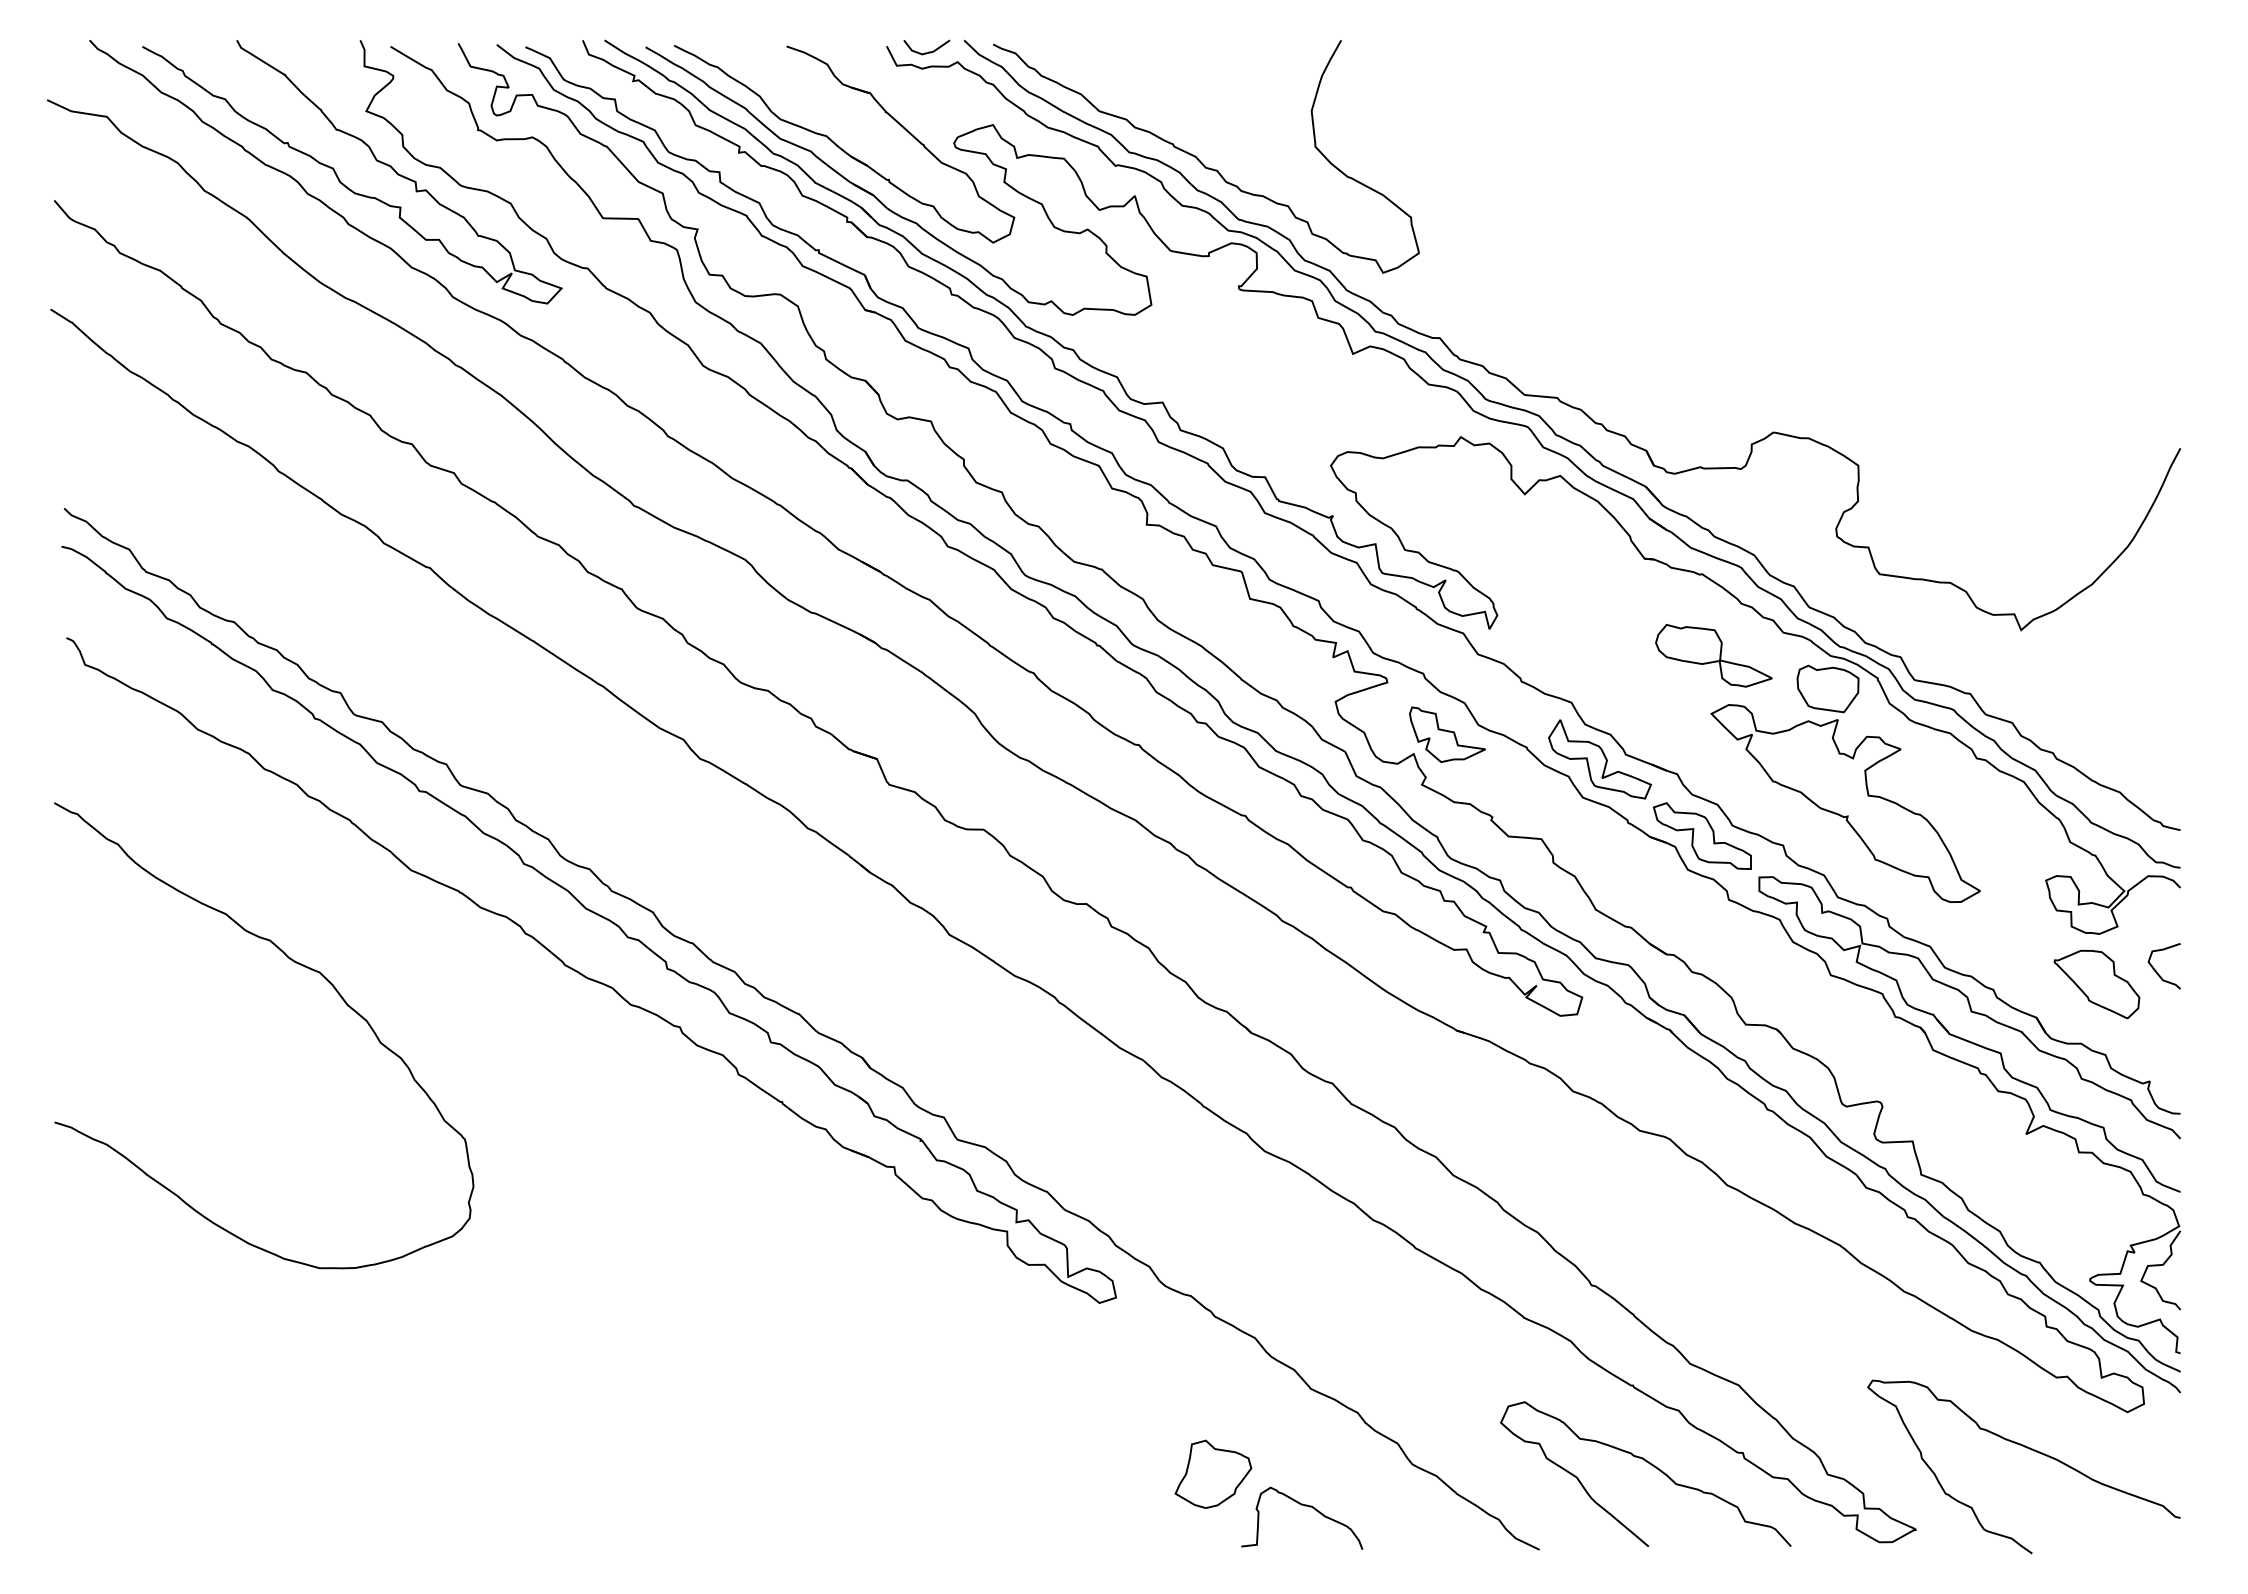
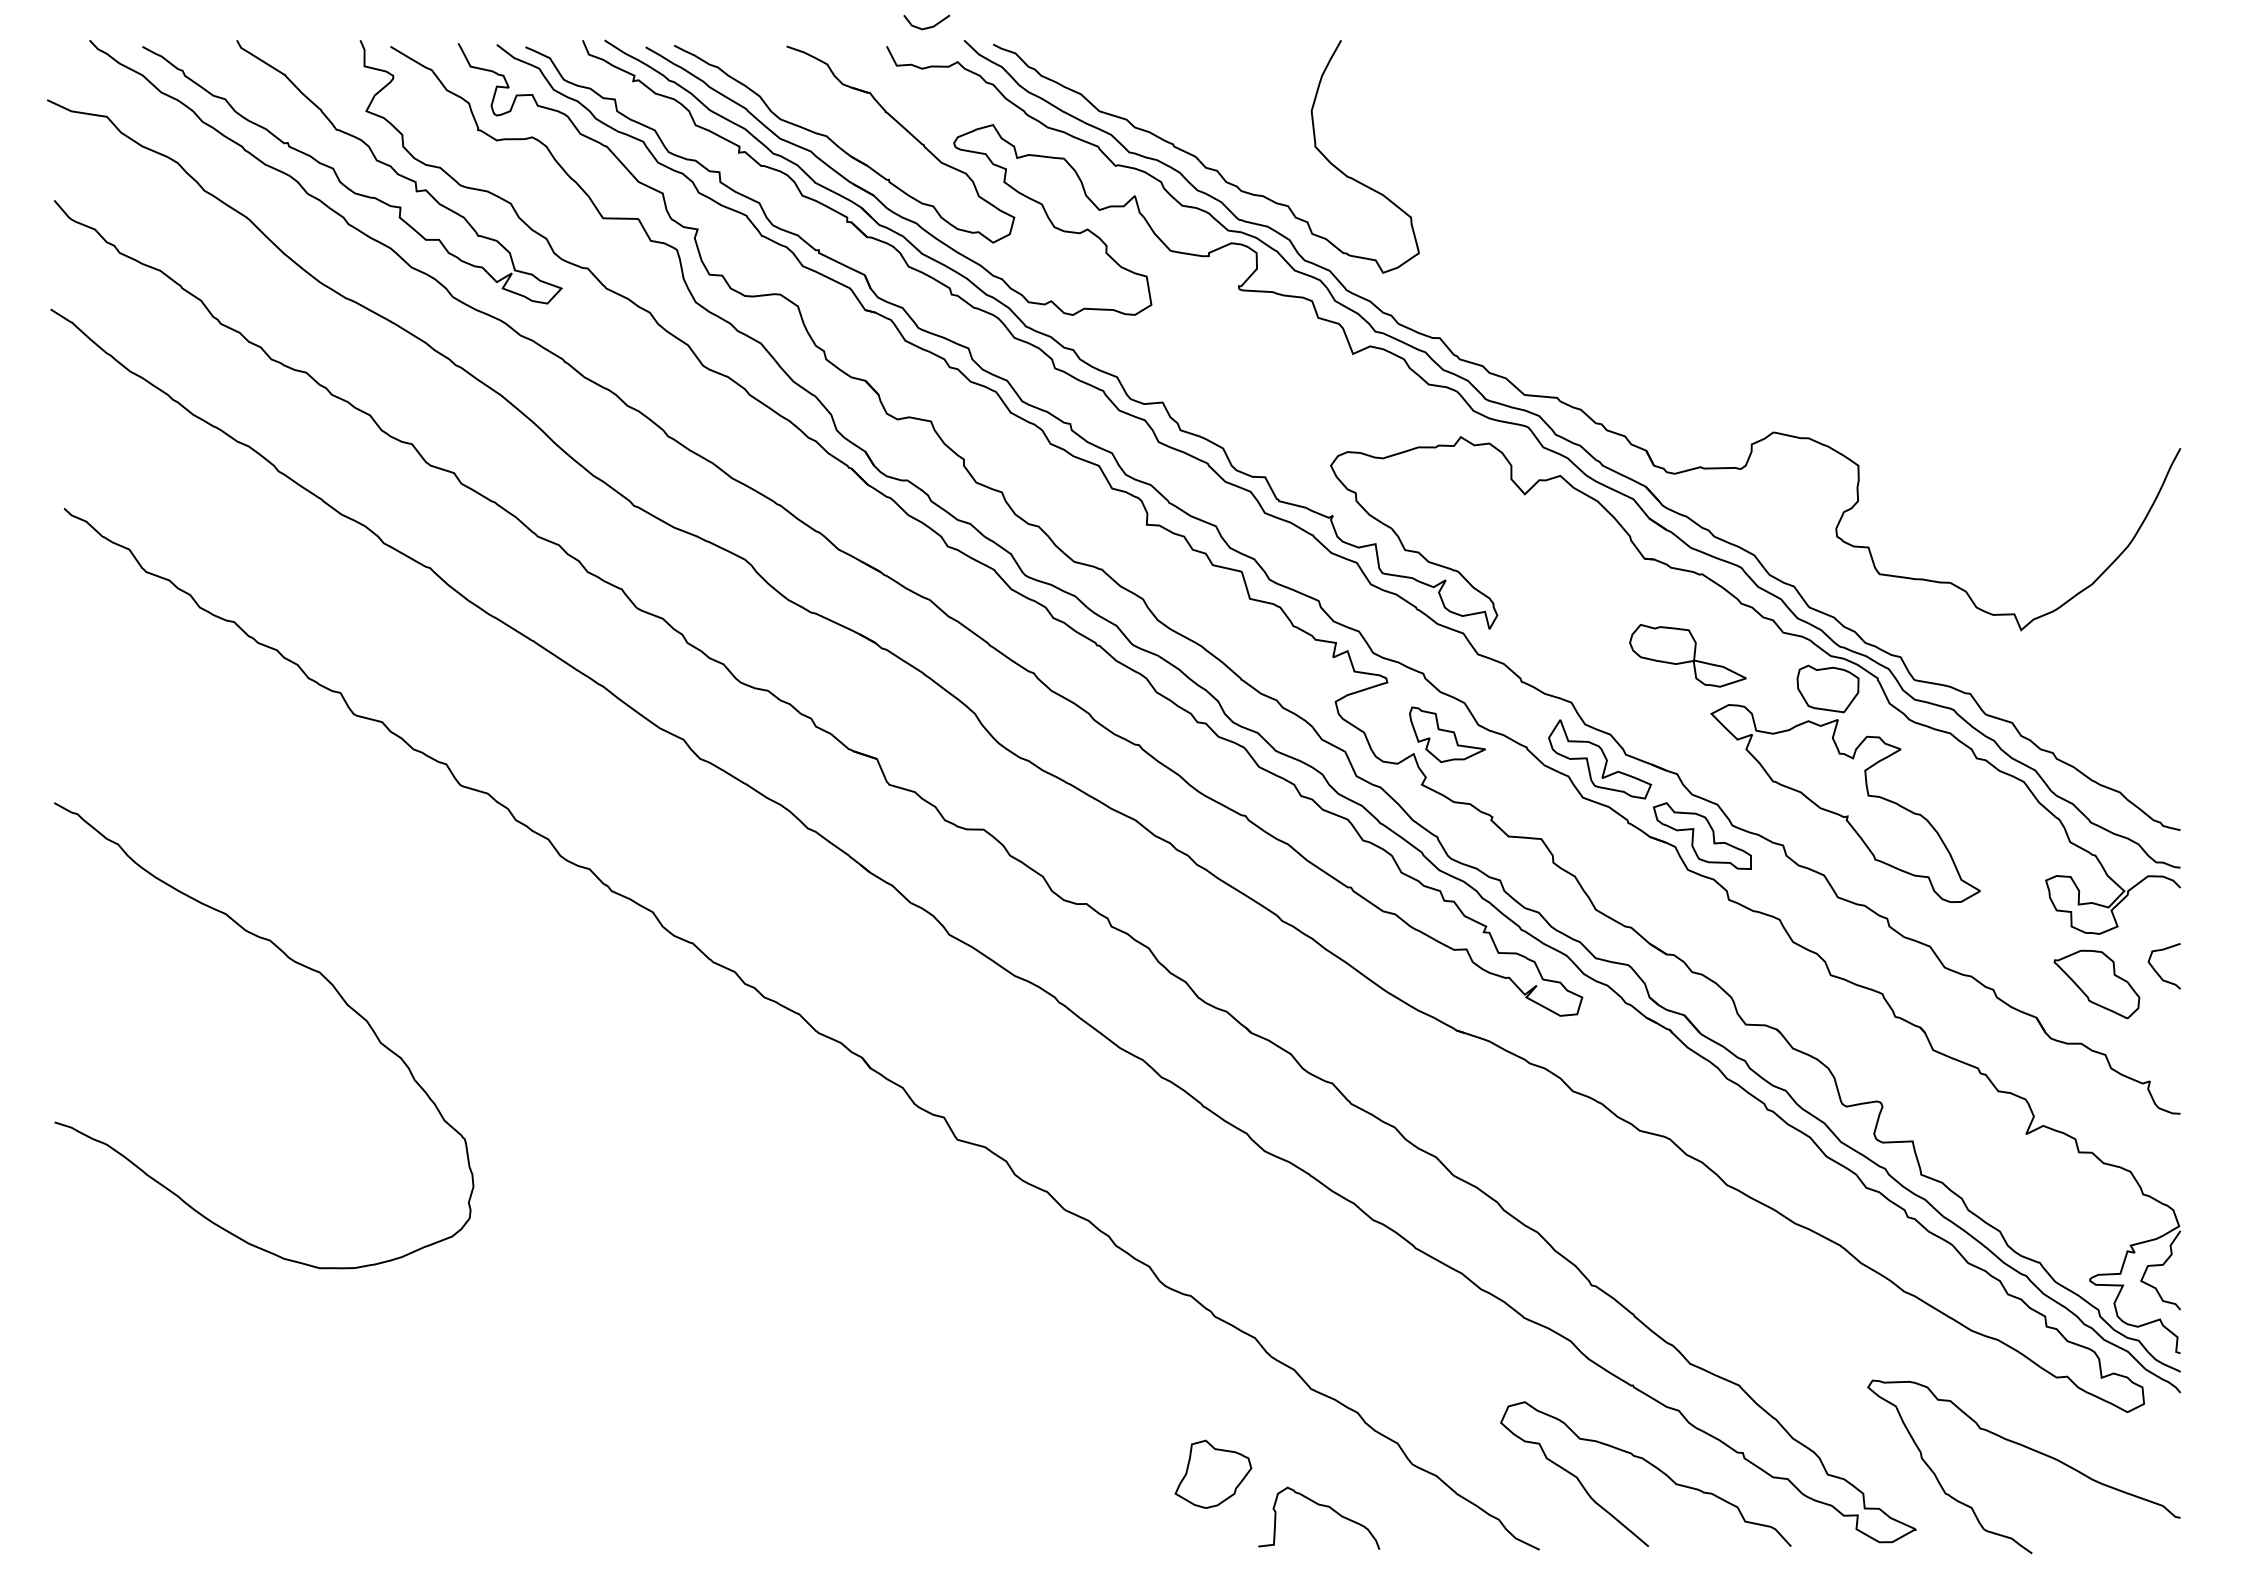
line at (928, 51) position: (928, 51) -> (928, 26)
part at (1713, 655) position: (1713, 655) -> (1687, 655)
part at (593, 913): present -> none
part at (1969, 1034): present -> none
curve at (1305, 1506) position: (1305, 1506) -> (1322, 1506)
